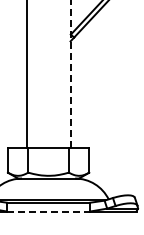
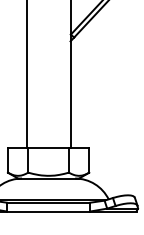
line at (70, 73): dashed -> solid
line at (48, 211): dashed -> solid
